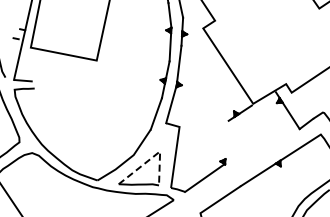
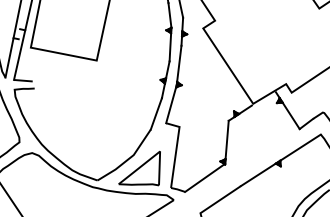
line at (12, 39): none -> present
line at (226, 141): none -> present
line at (153, 157): dashed -> solid
